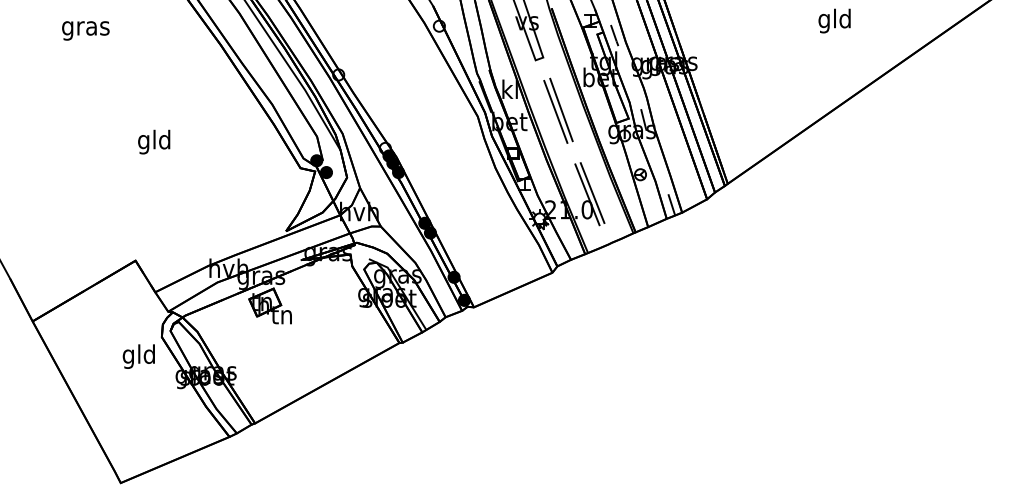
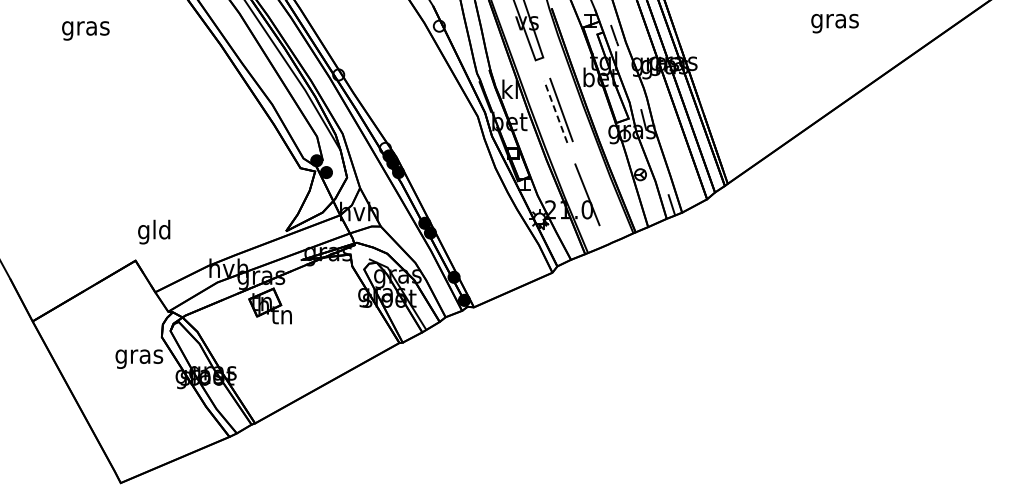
text at (834, 20): gld -> gras
line at (555, 111): solid -> dashed
text at (154, 141) position: (154, 141) -> (154, 231)
line at (592, 193): present -> none
text at (139, 356): gld -> gras
